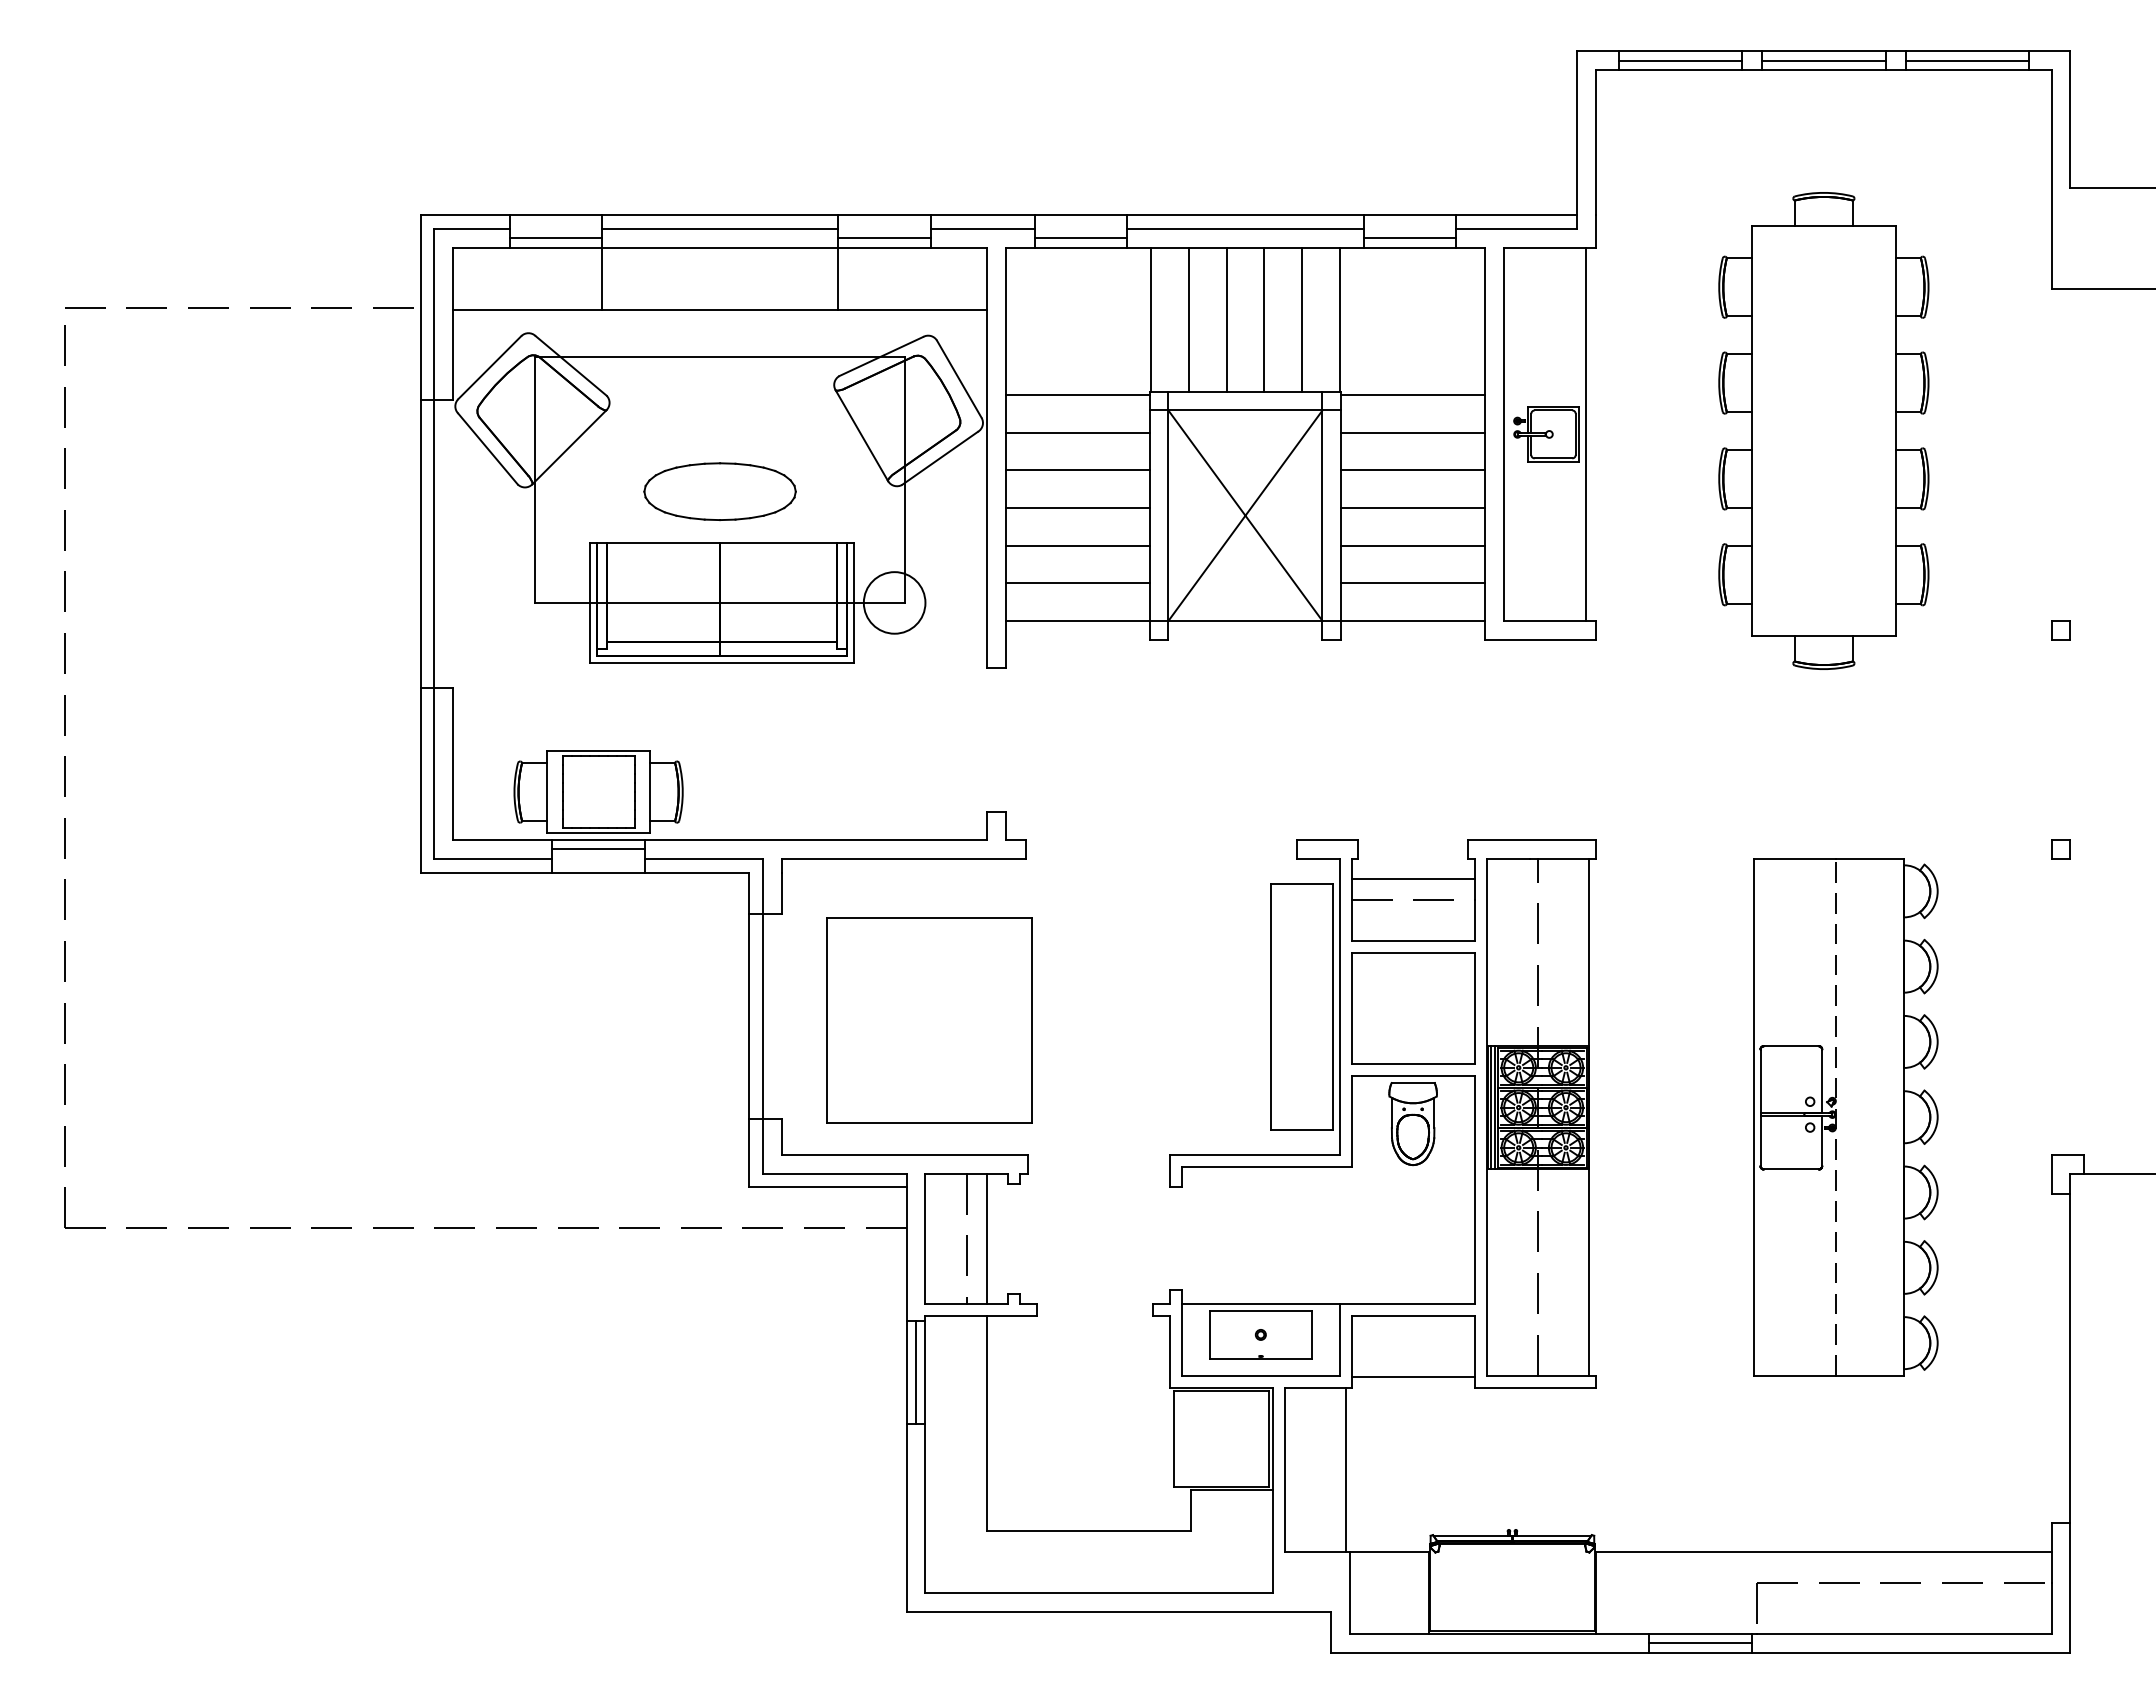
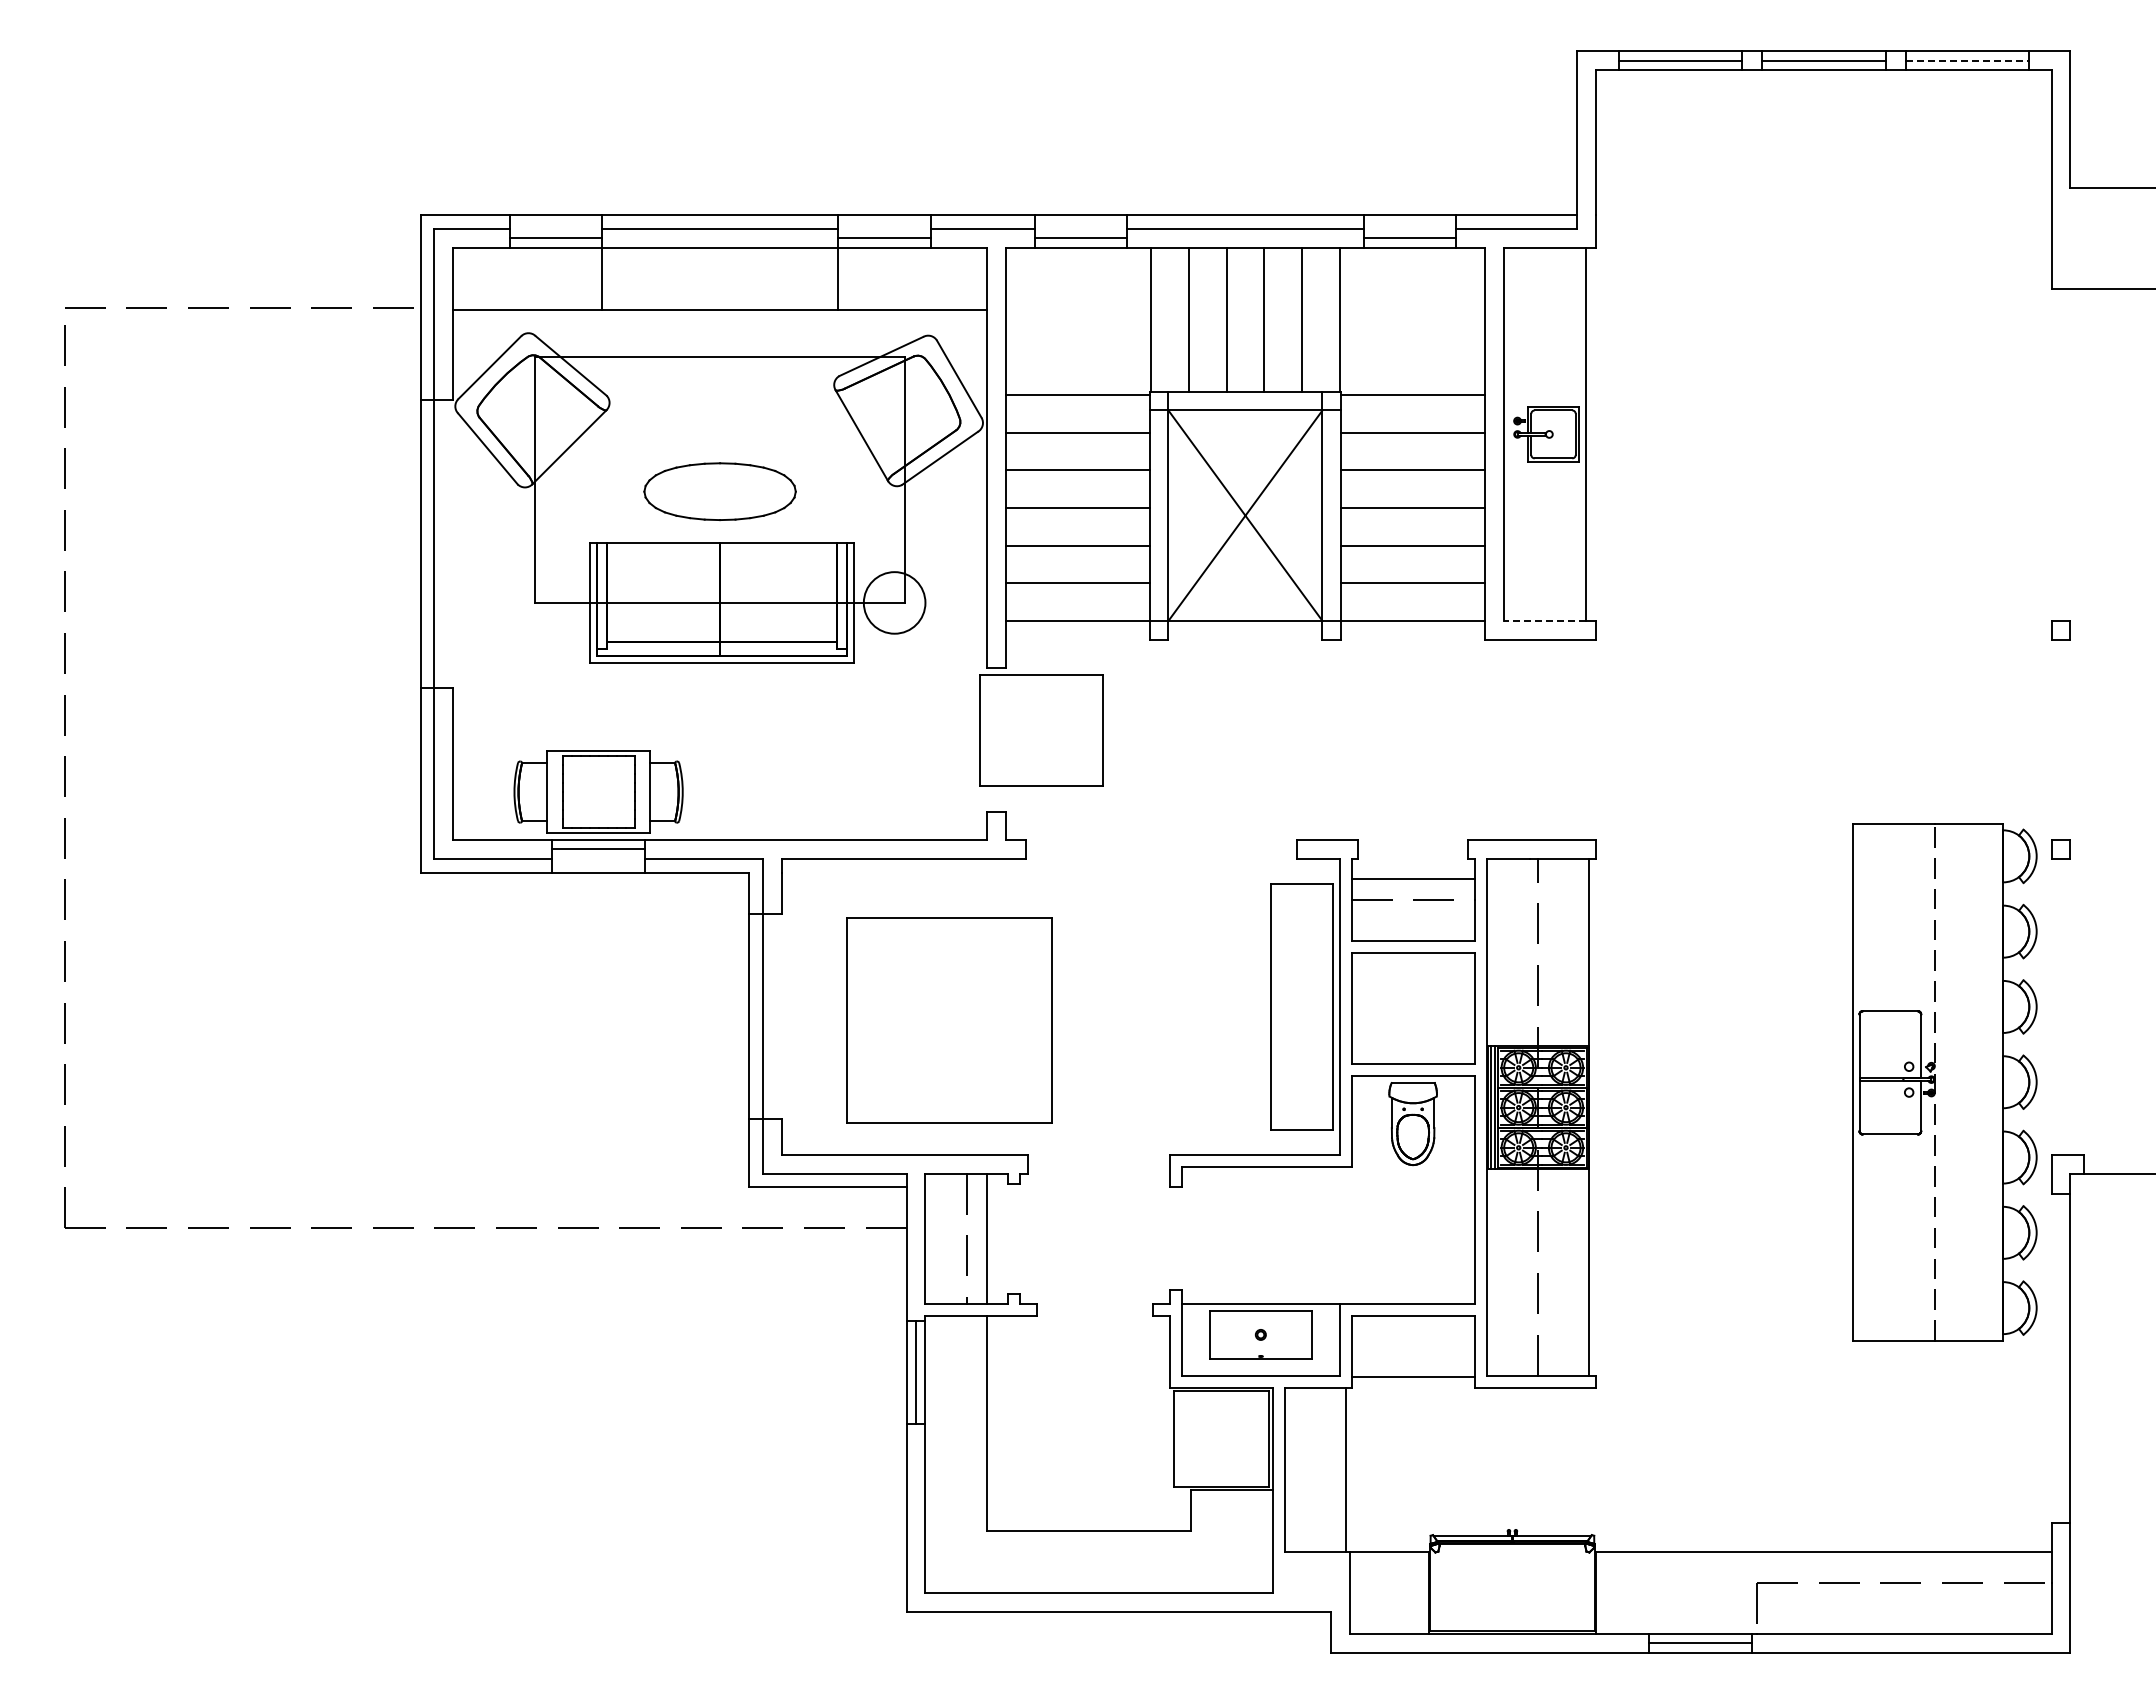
line at (1967, 60): solid -> dashed
part at (1823, 430): present -> none
line at (1544, 620): solid -> dashed
part at (1041, 730): none -> present
part at (929, 1020) position: (929, 1020) -> (949, 1020)
part at (1845, 1117) position: (1845, 1117) -> (1944, 1082)
